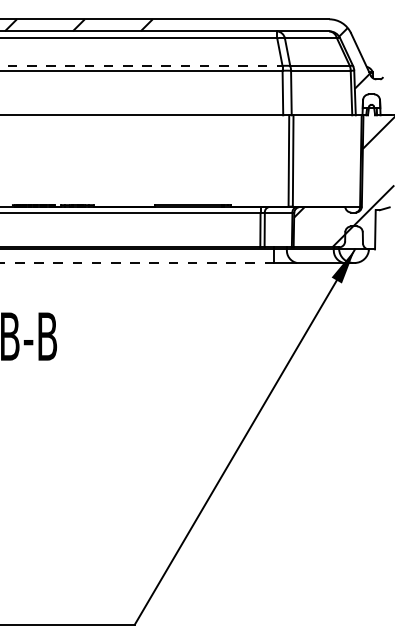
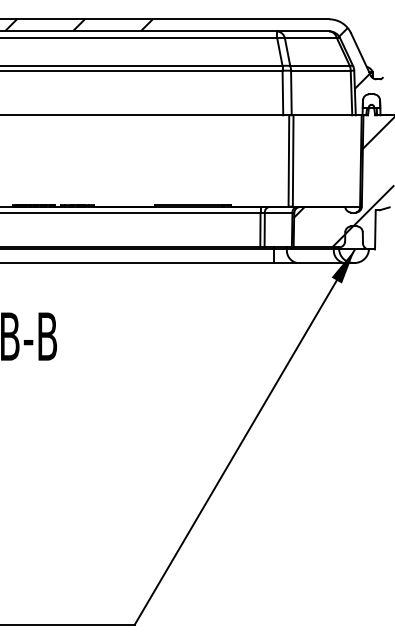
line at (141, 66): dashed -> solid
line at (137, 263): dashed -> solid
